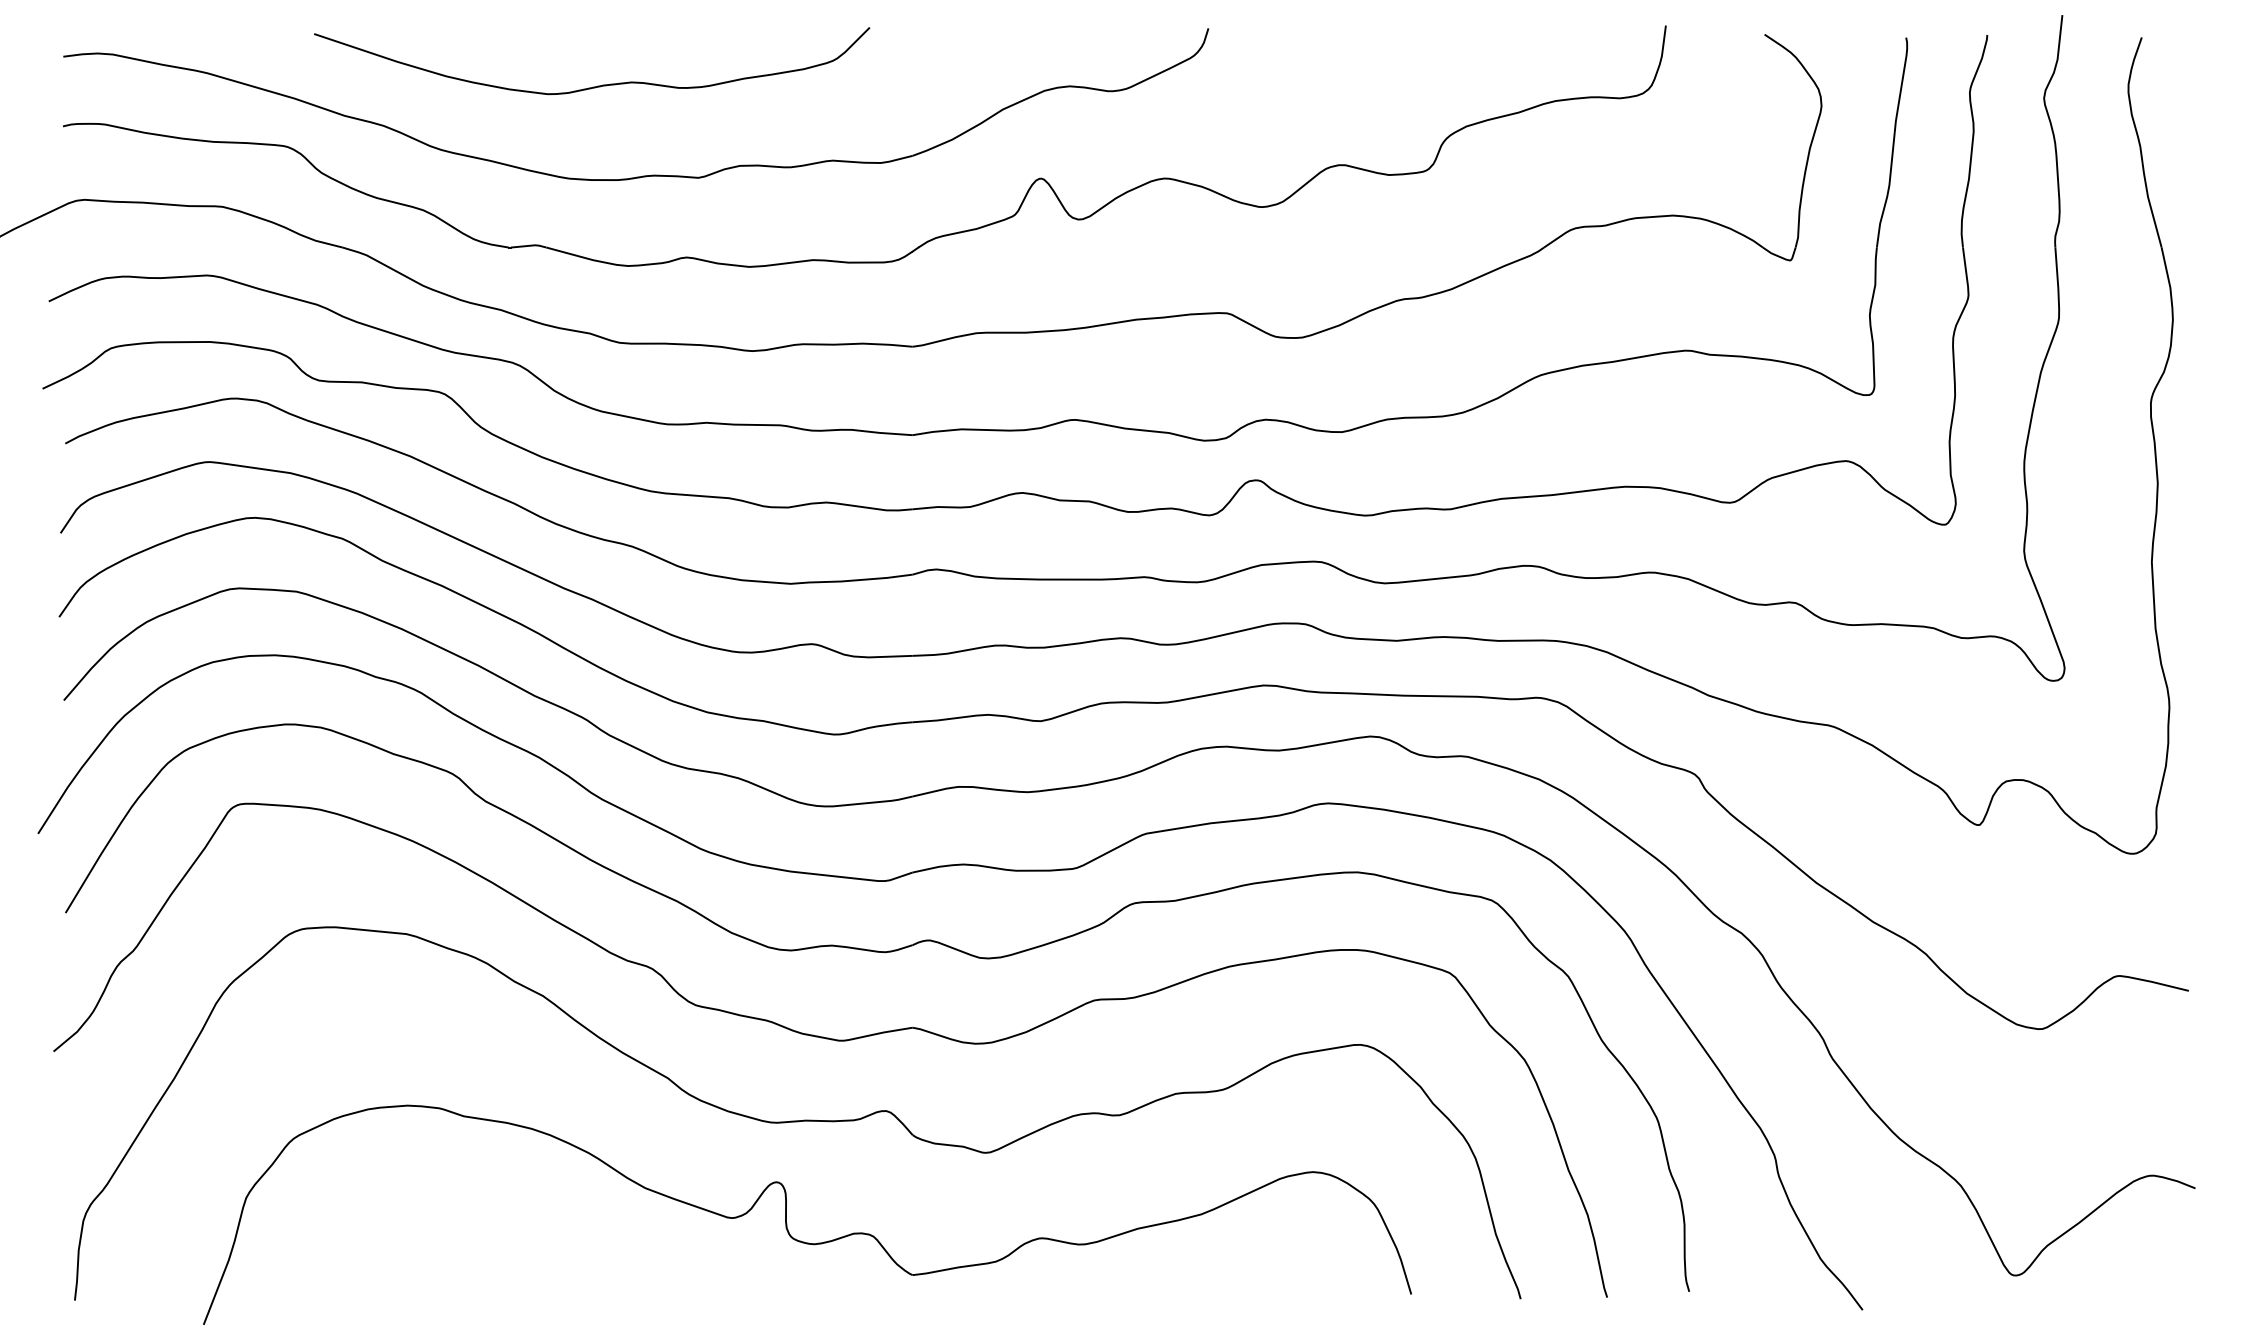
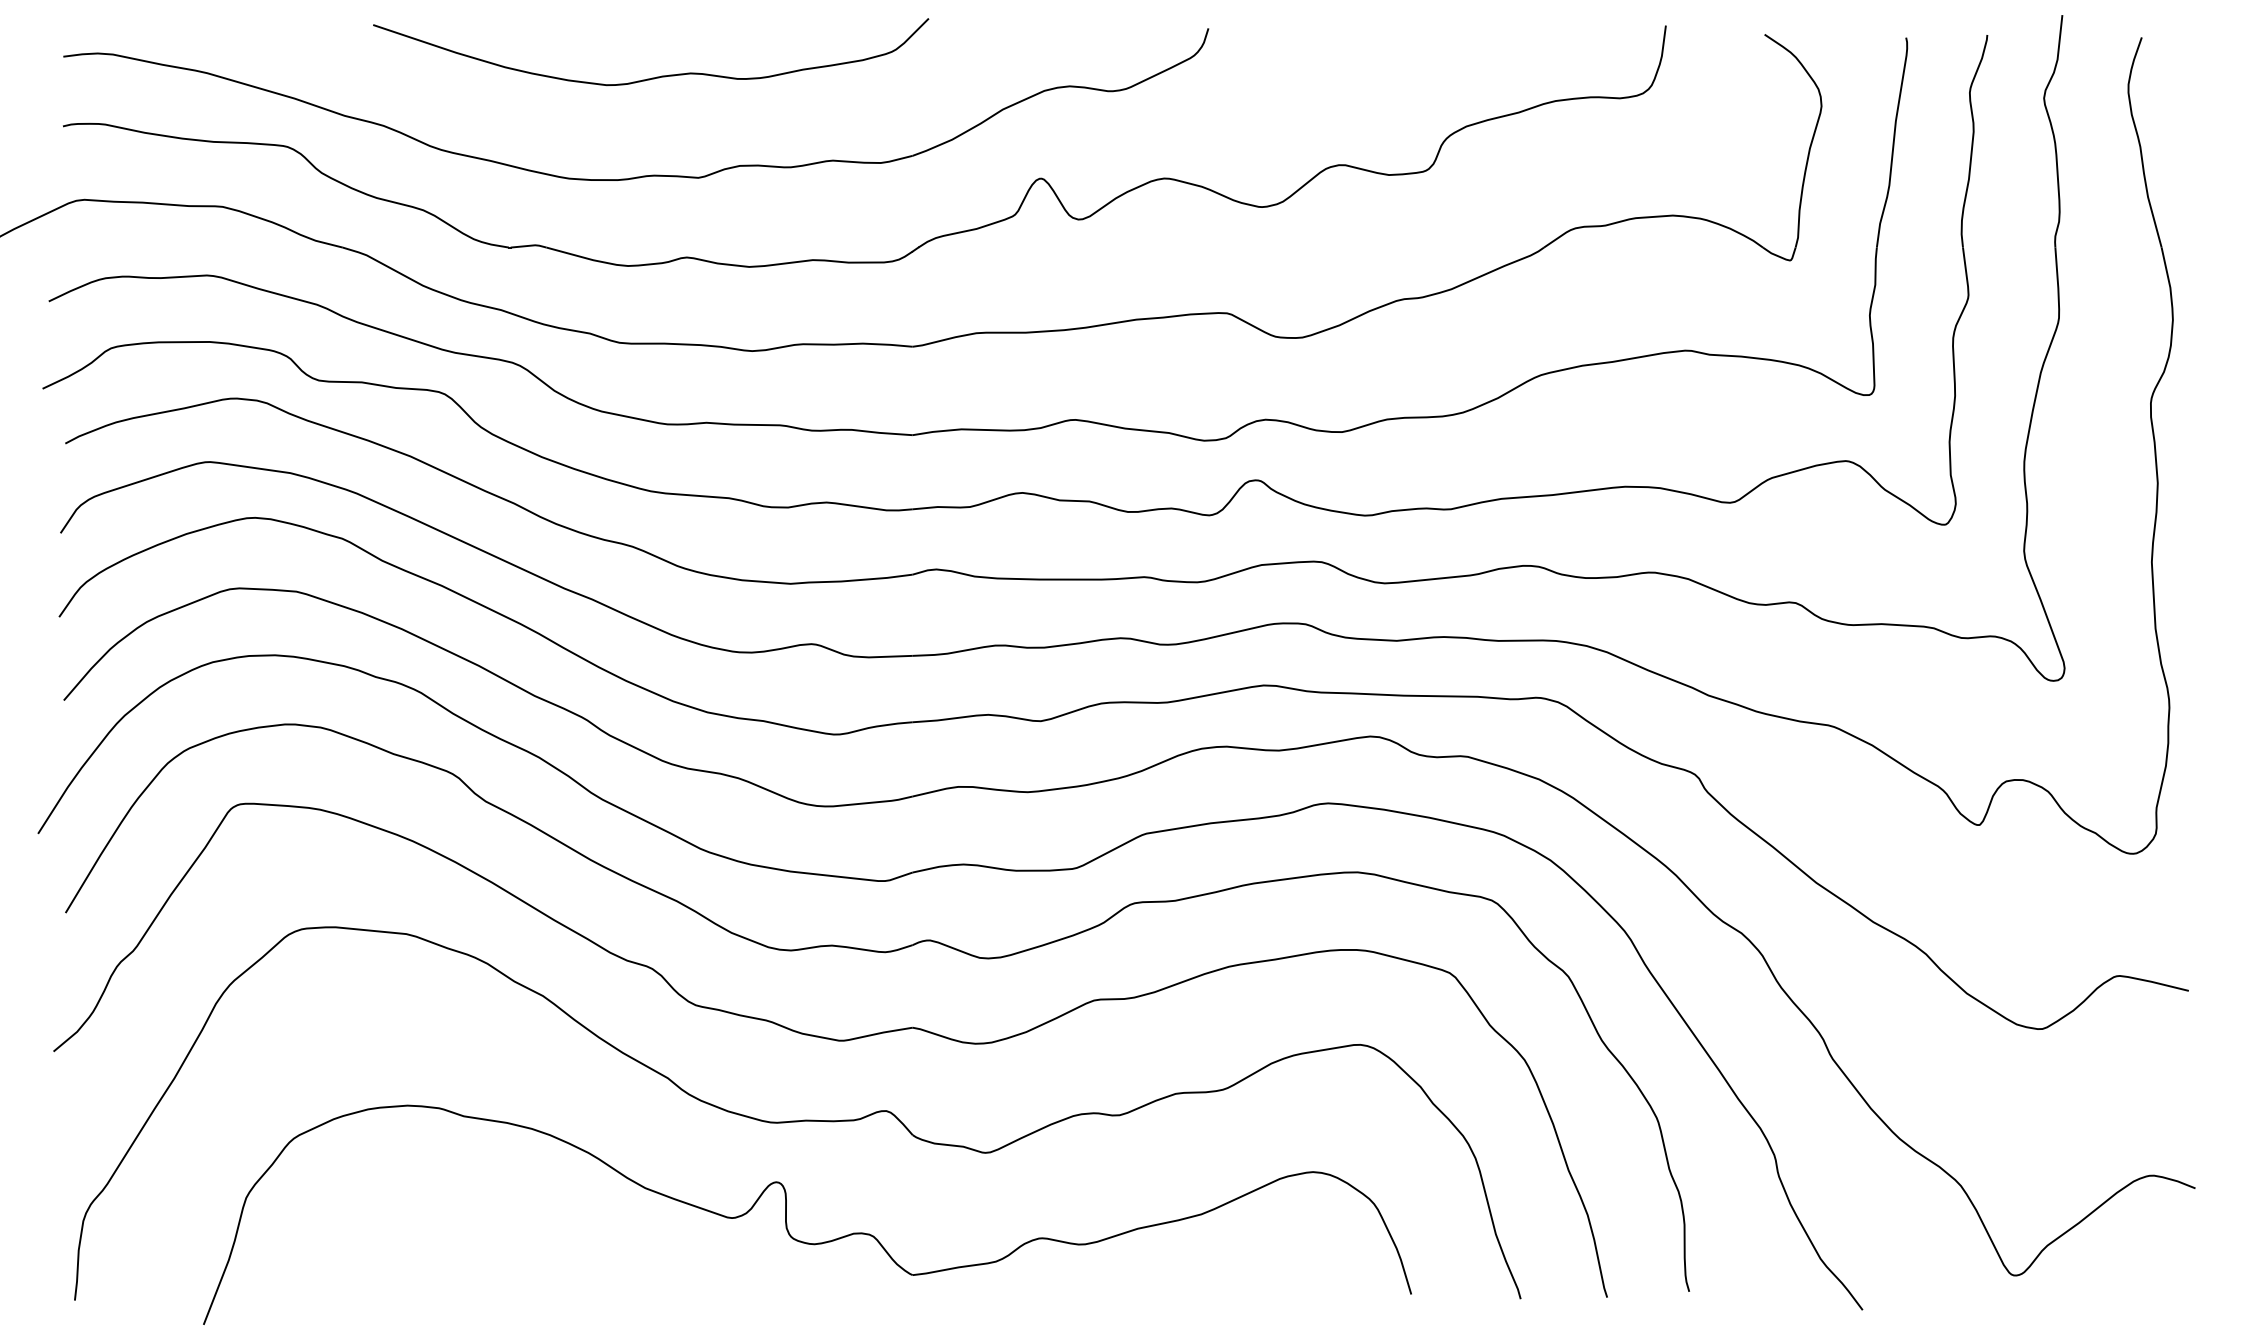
curve at (597, 85) position: (597, 85) -> (656, 76)
